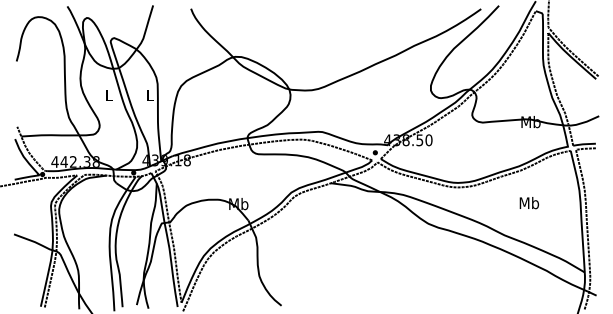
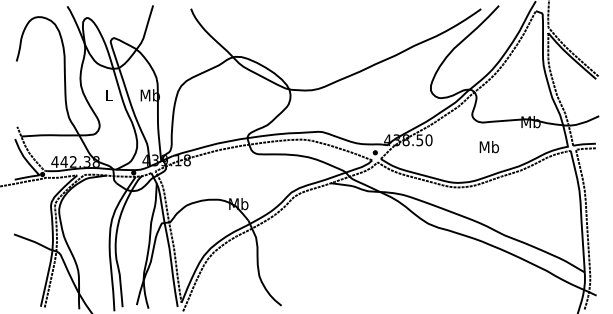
text at (149, 95): L -> Mb
text at (528, 203) position: (528, 203) -> (488, 147)
